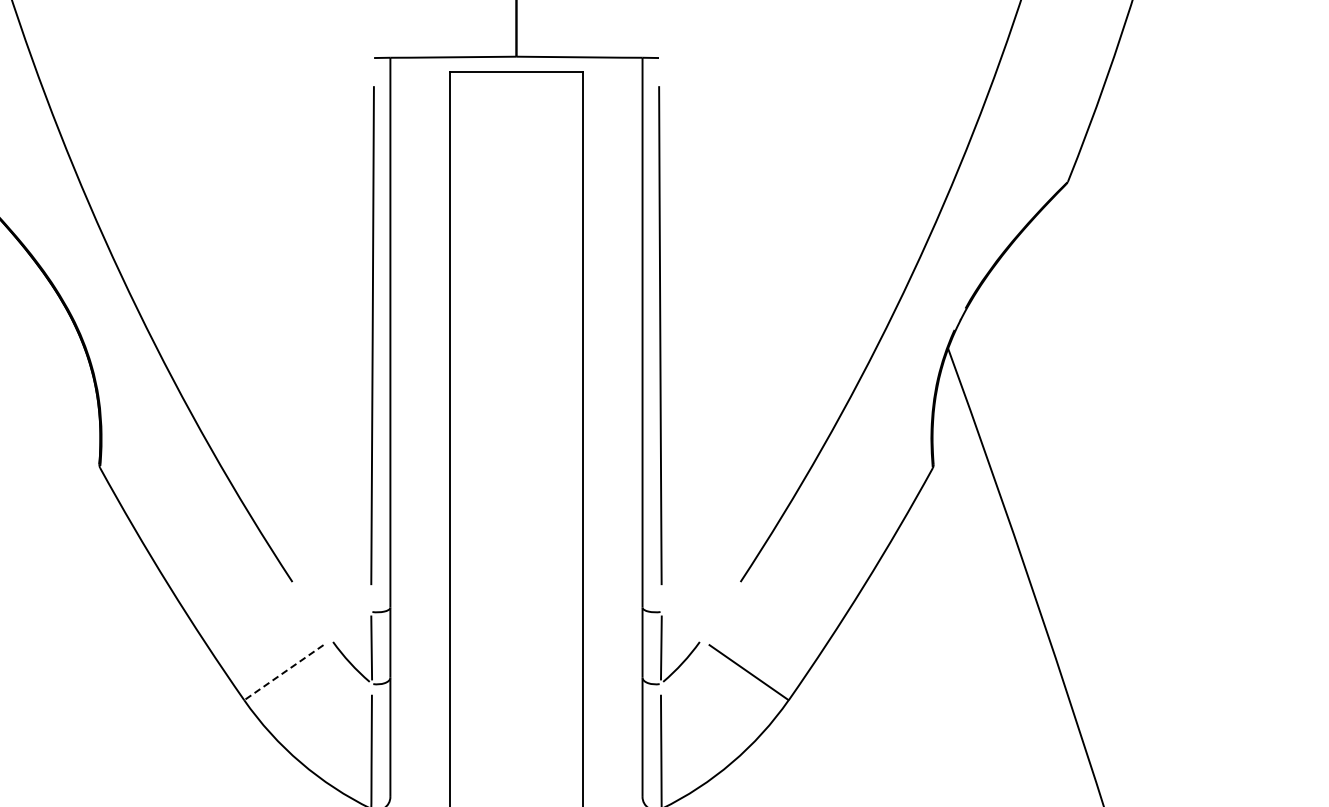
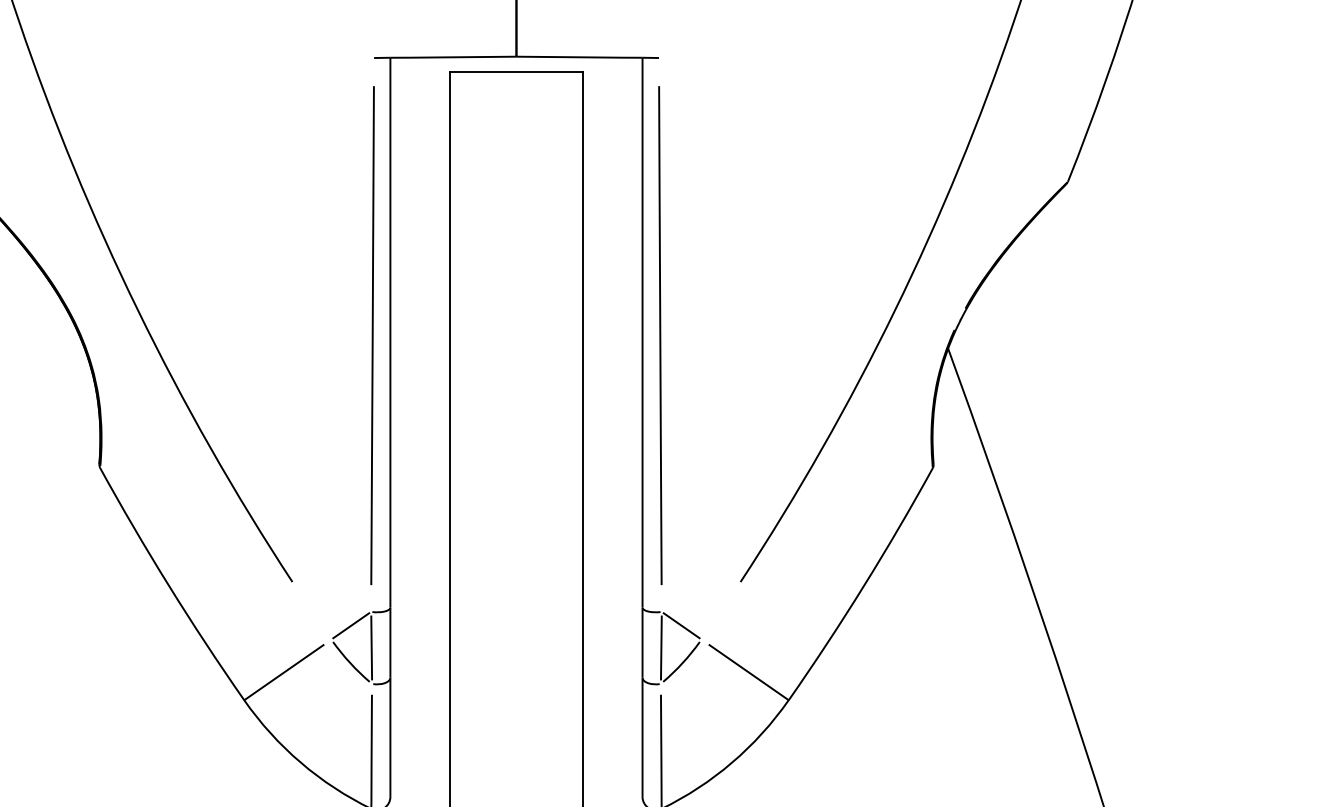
line at (351, 625): none -> present
line at (681, 625): none -> present
line at (283, 672): dashed -> solid
